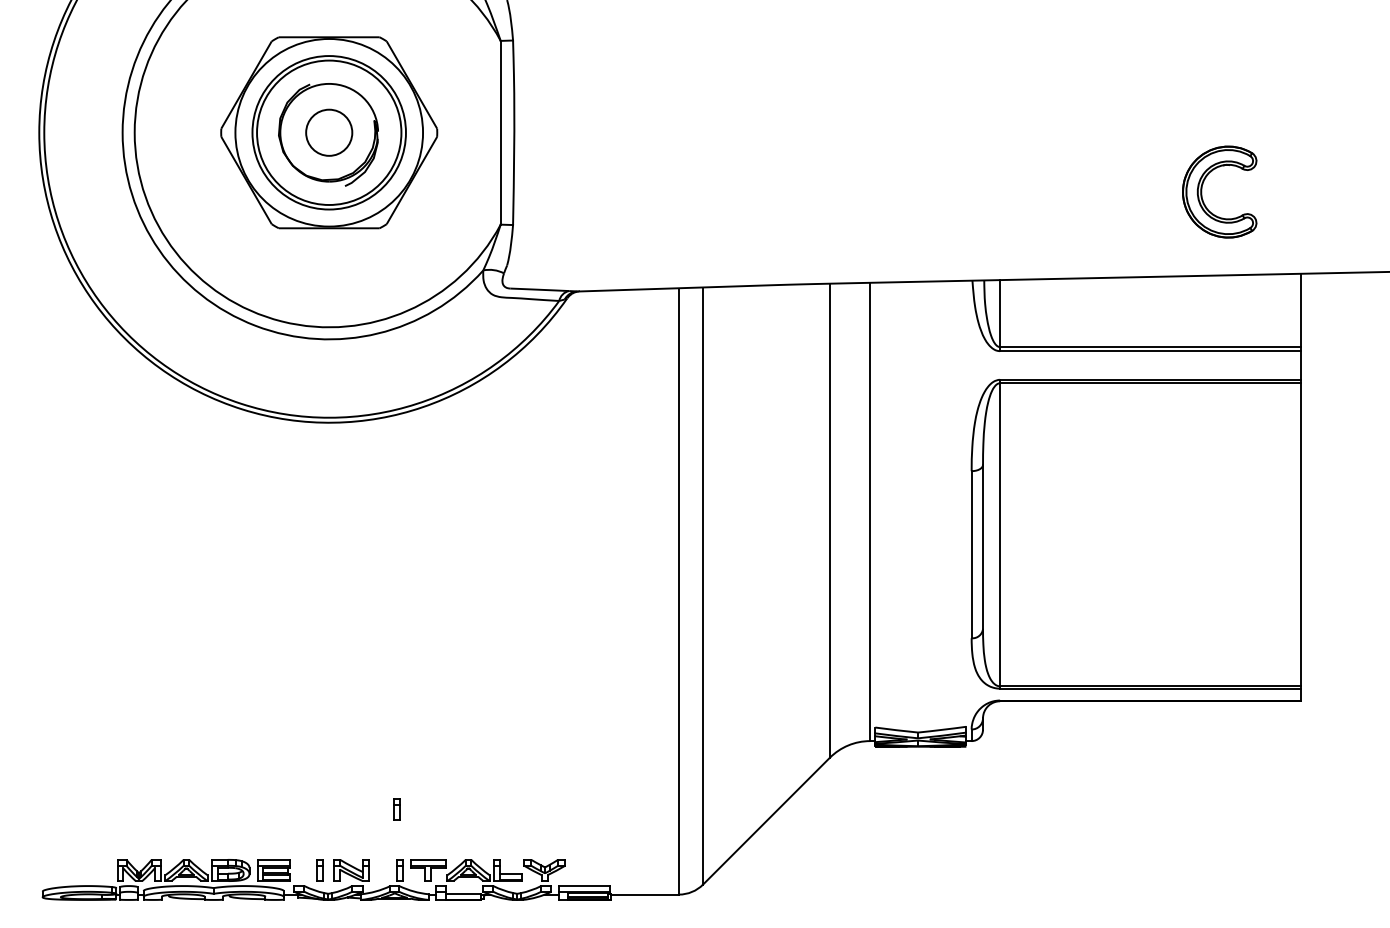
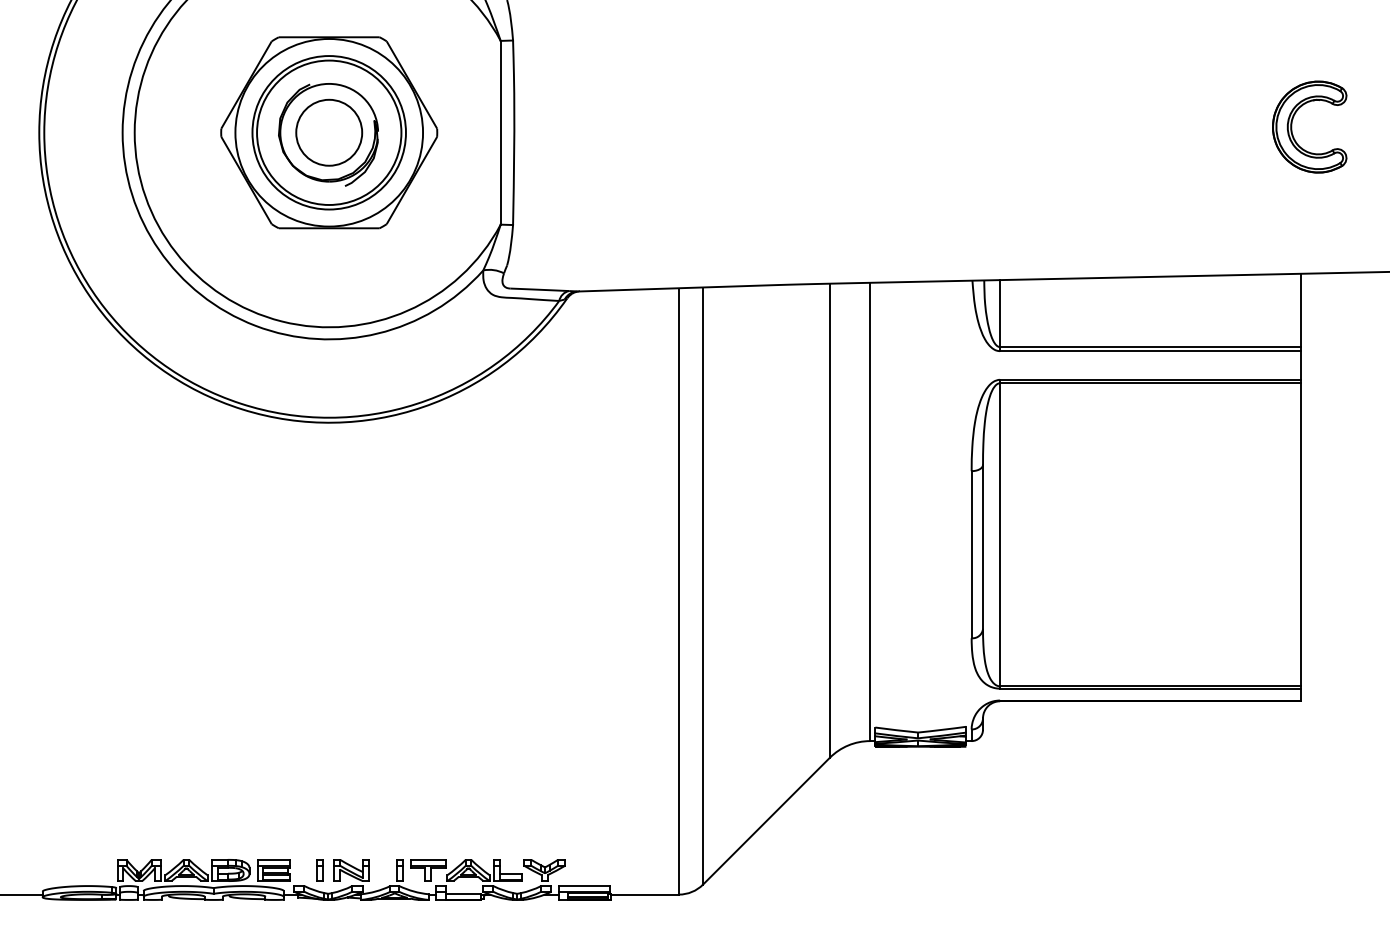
circle at (329, 132) diameter: 46 px -> 66 px
part at (1202, 191) position: (1202, 191) -> (1292, 126)
part at (396, 809): present -> none
line at (22, 894): none -> present
